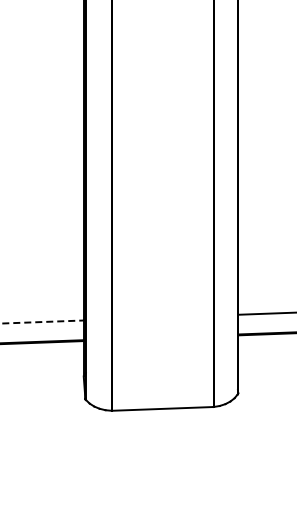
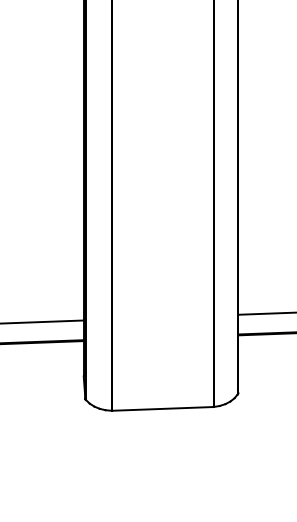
line at (42, 322): dashed -> solid
